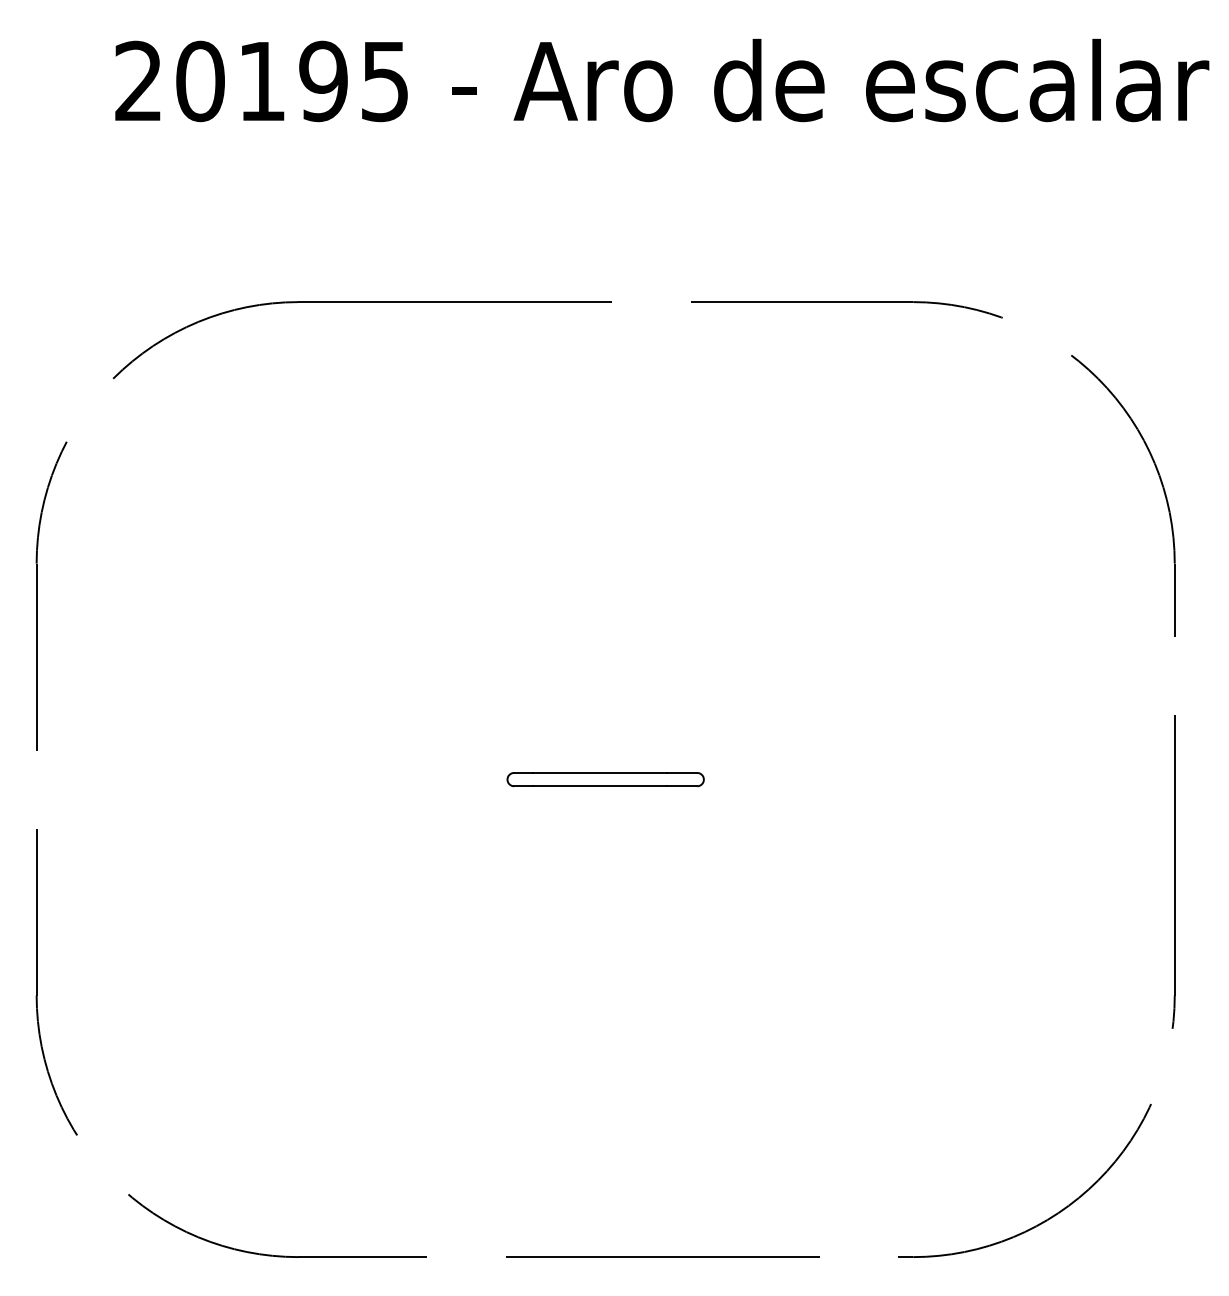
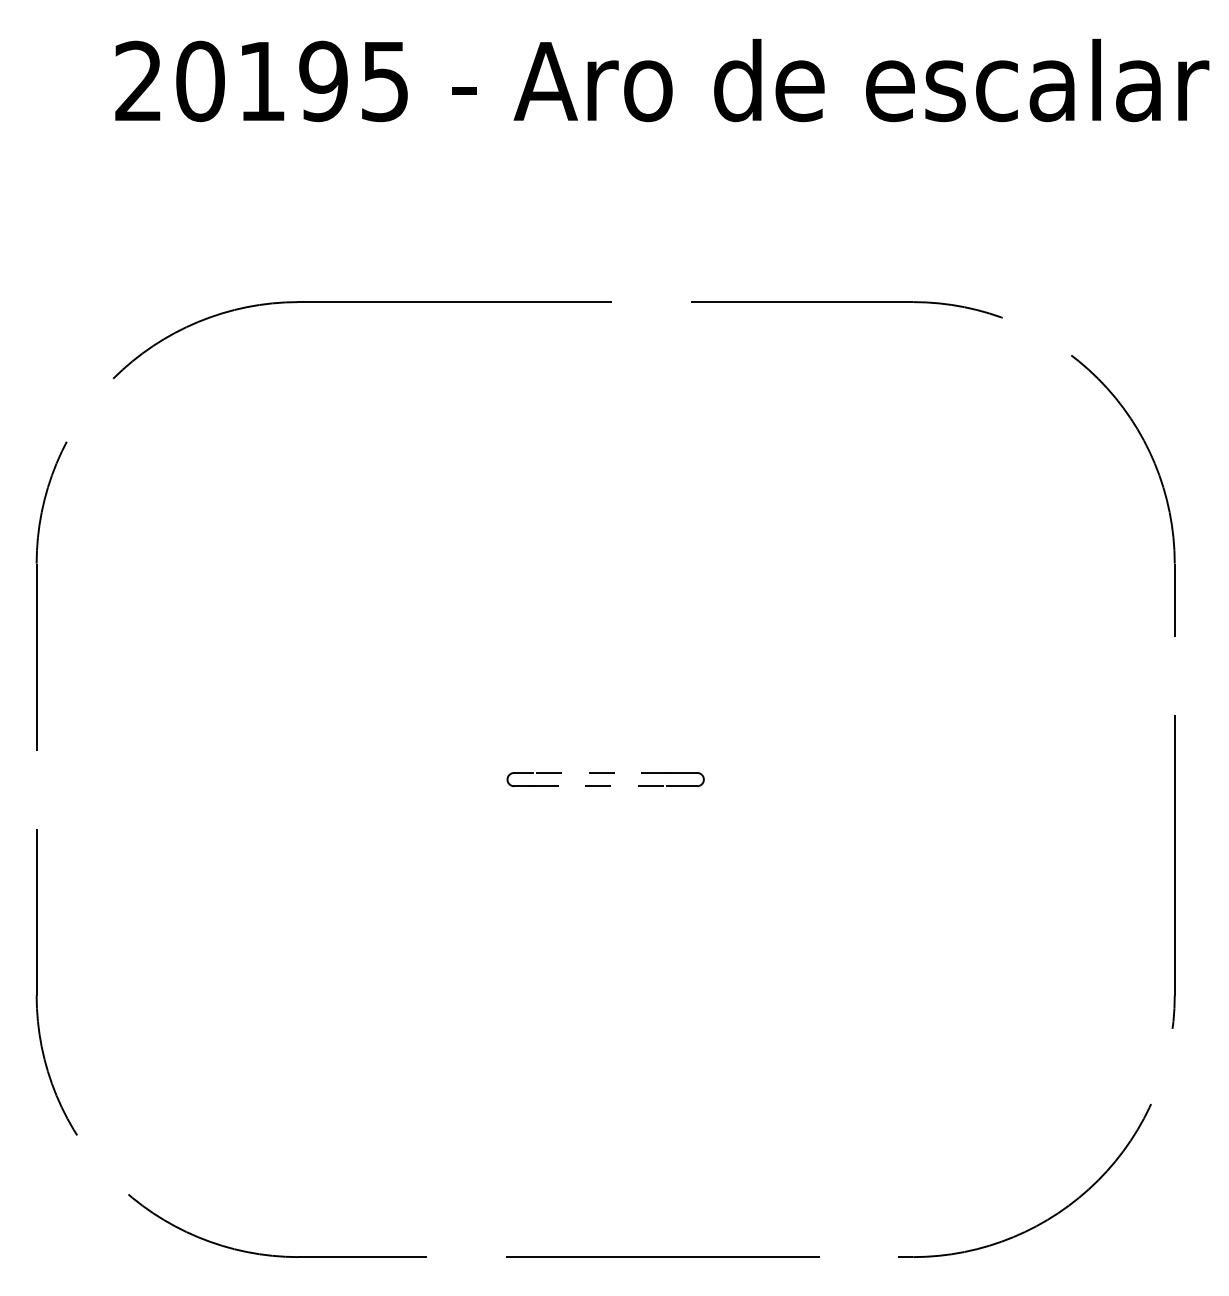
line at (599, 772): solid -> dashed
line at (600, 786): solid -> dashed
